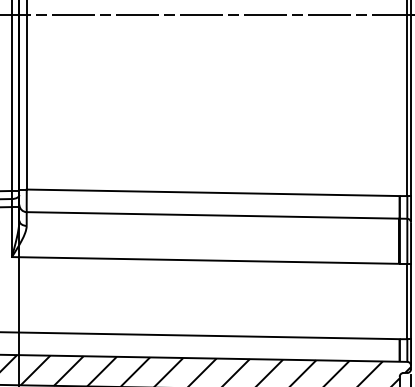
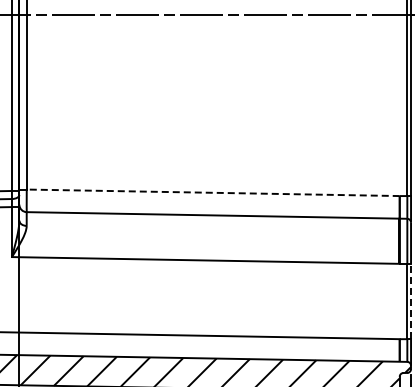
line at (213, 192): solid -> dashed
line at (411, 301): solid -> dashed
